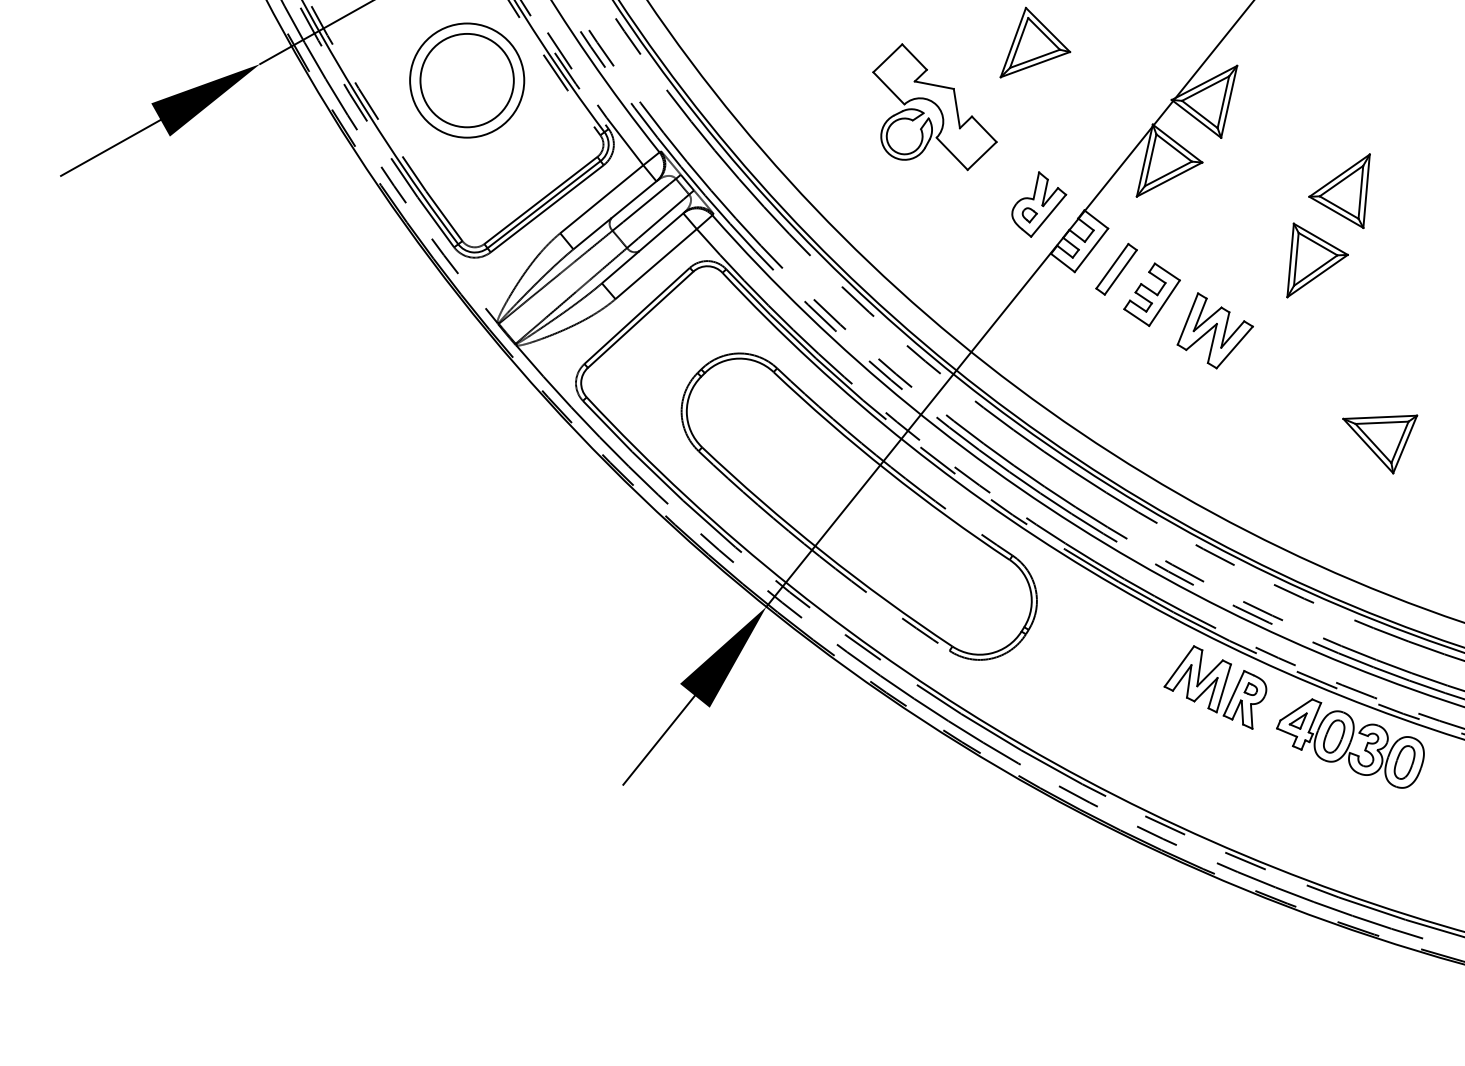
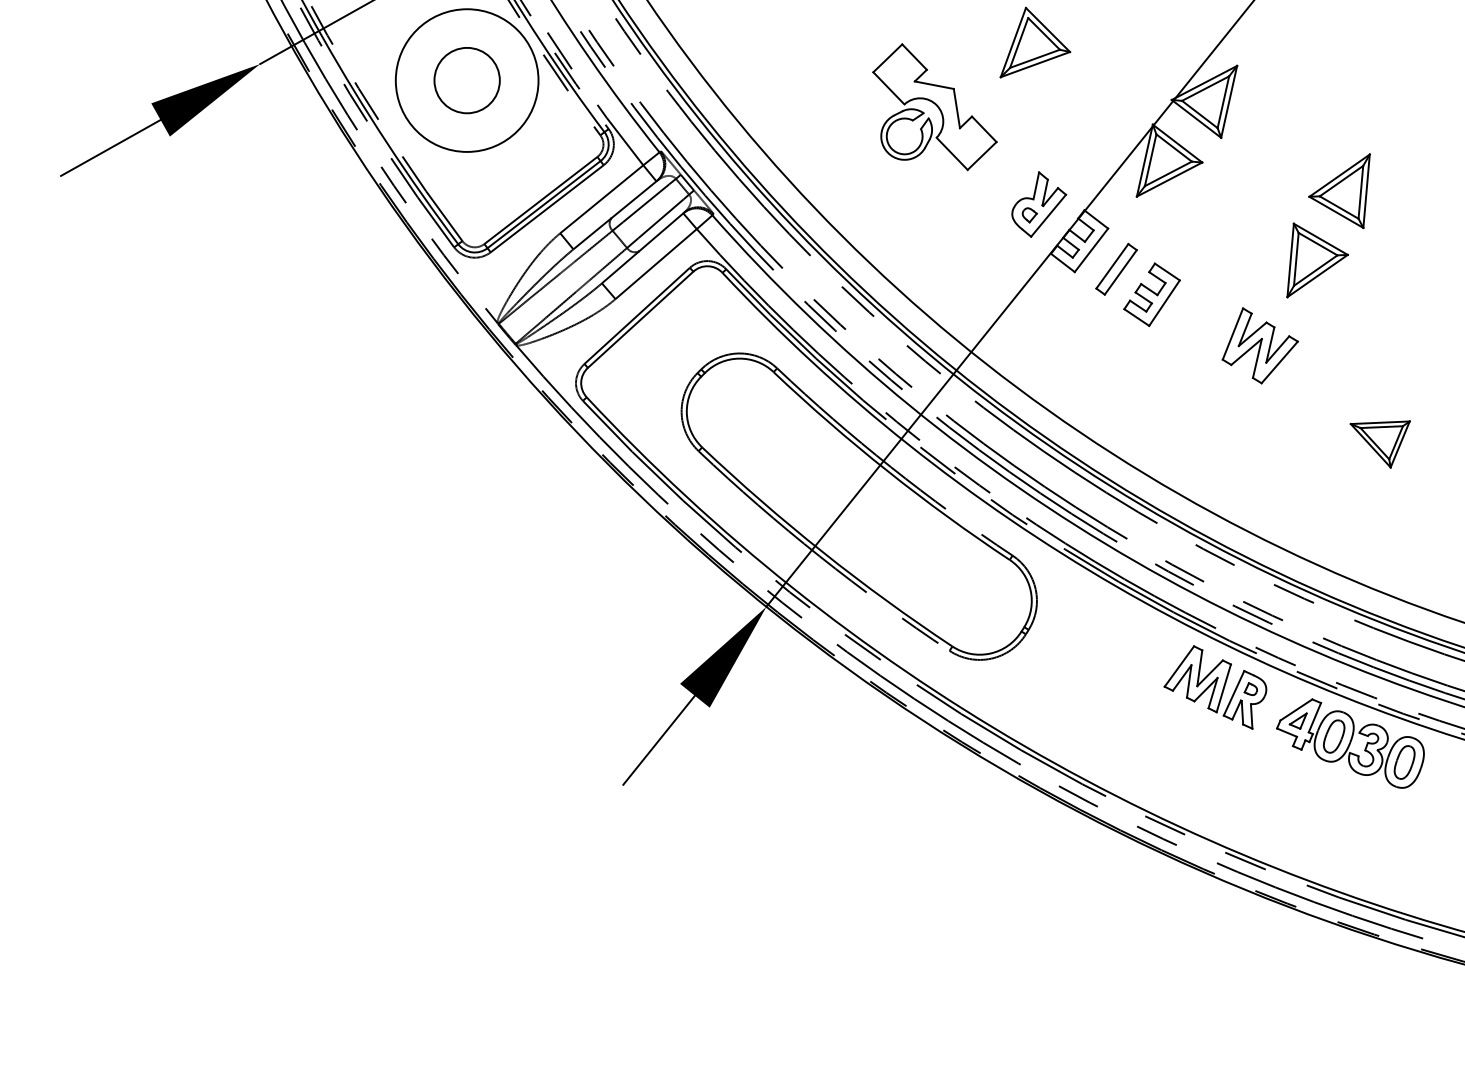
circle at (466, 80) diameter: 93 px -> 65 px
circle at (467, 80) diameter: 114 px -> 143 px
part at (1214, 330) position: (1214, 330) -> (1259, 345)
part at (1380, 444) size: 77x61 px -> 62x49 px
